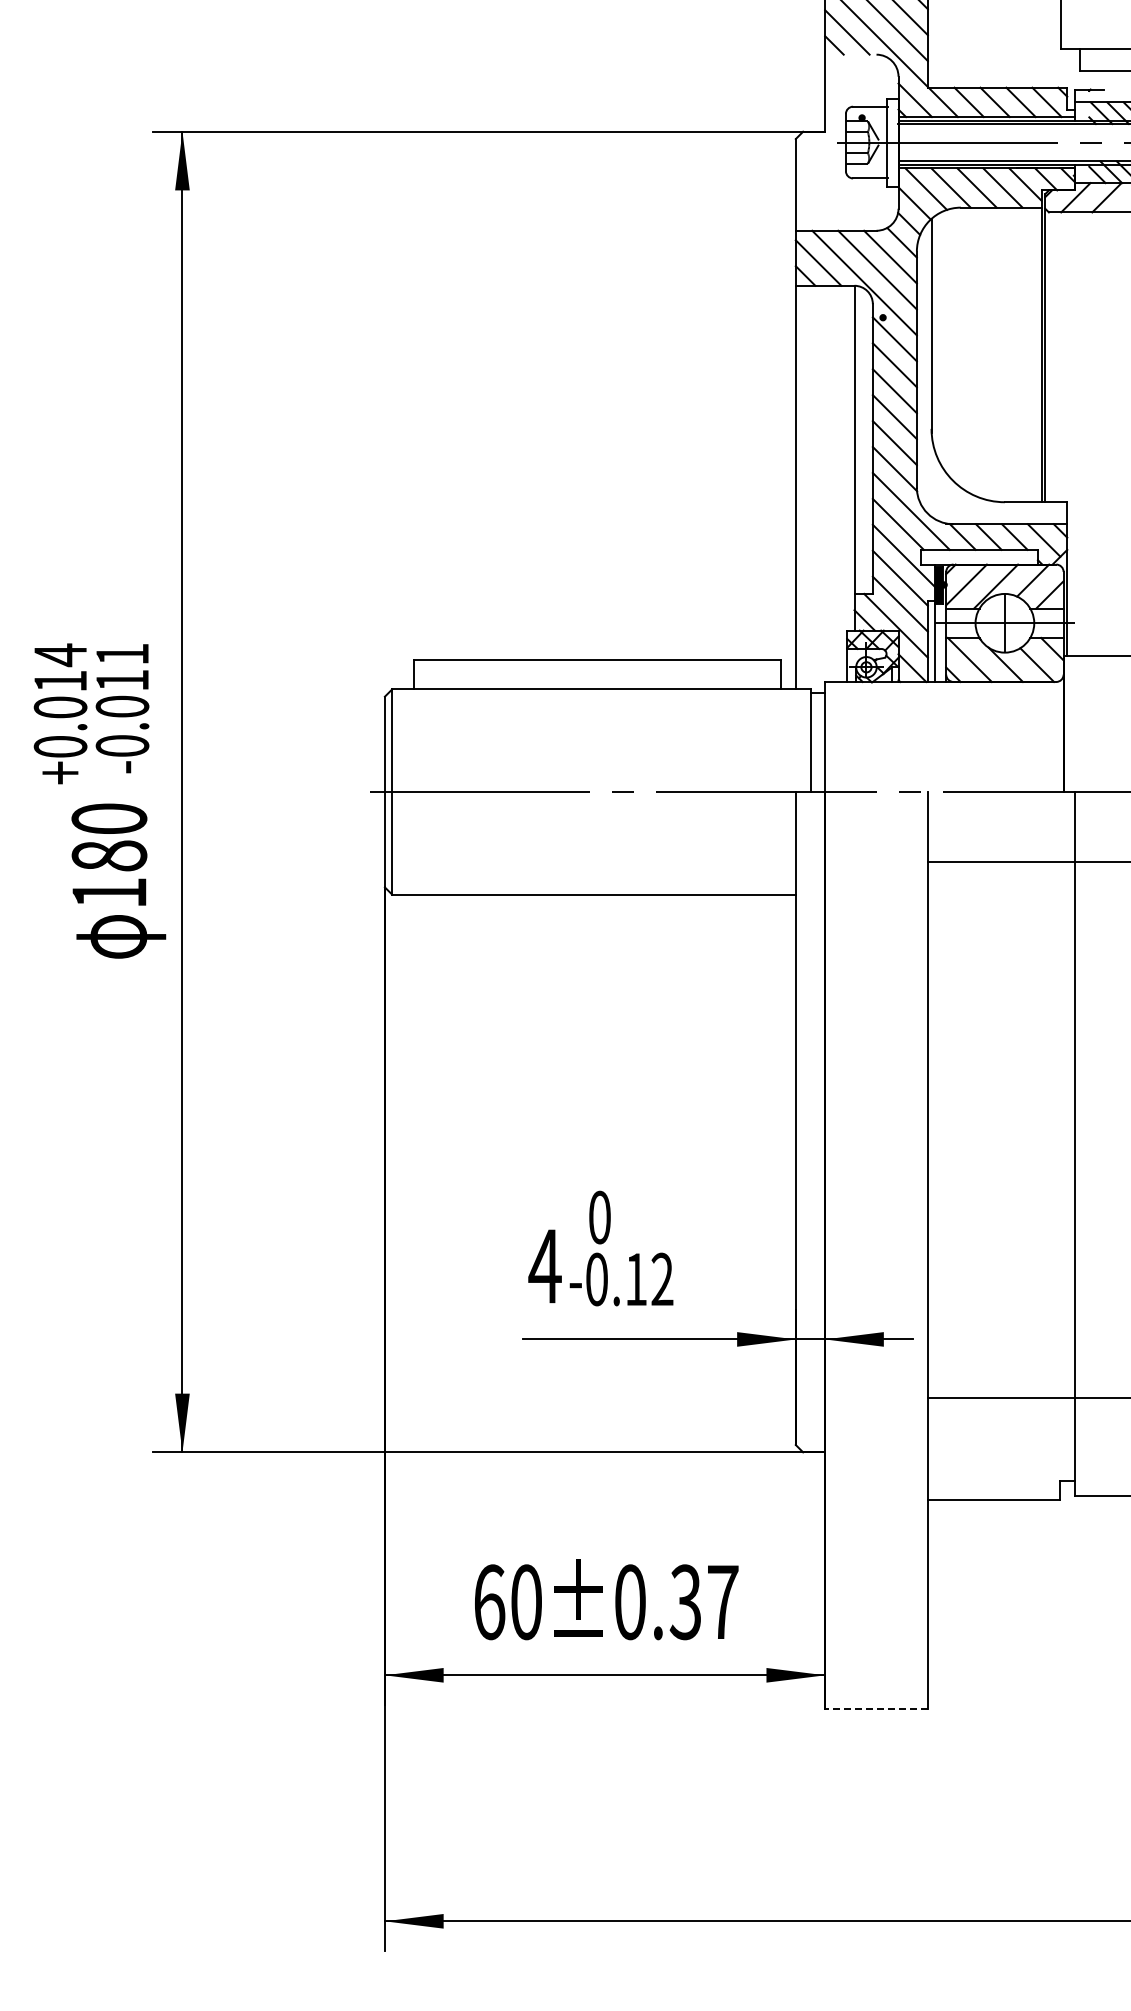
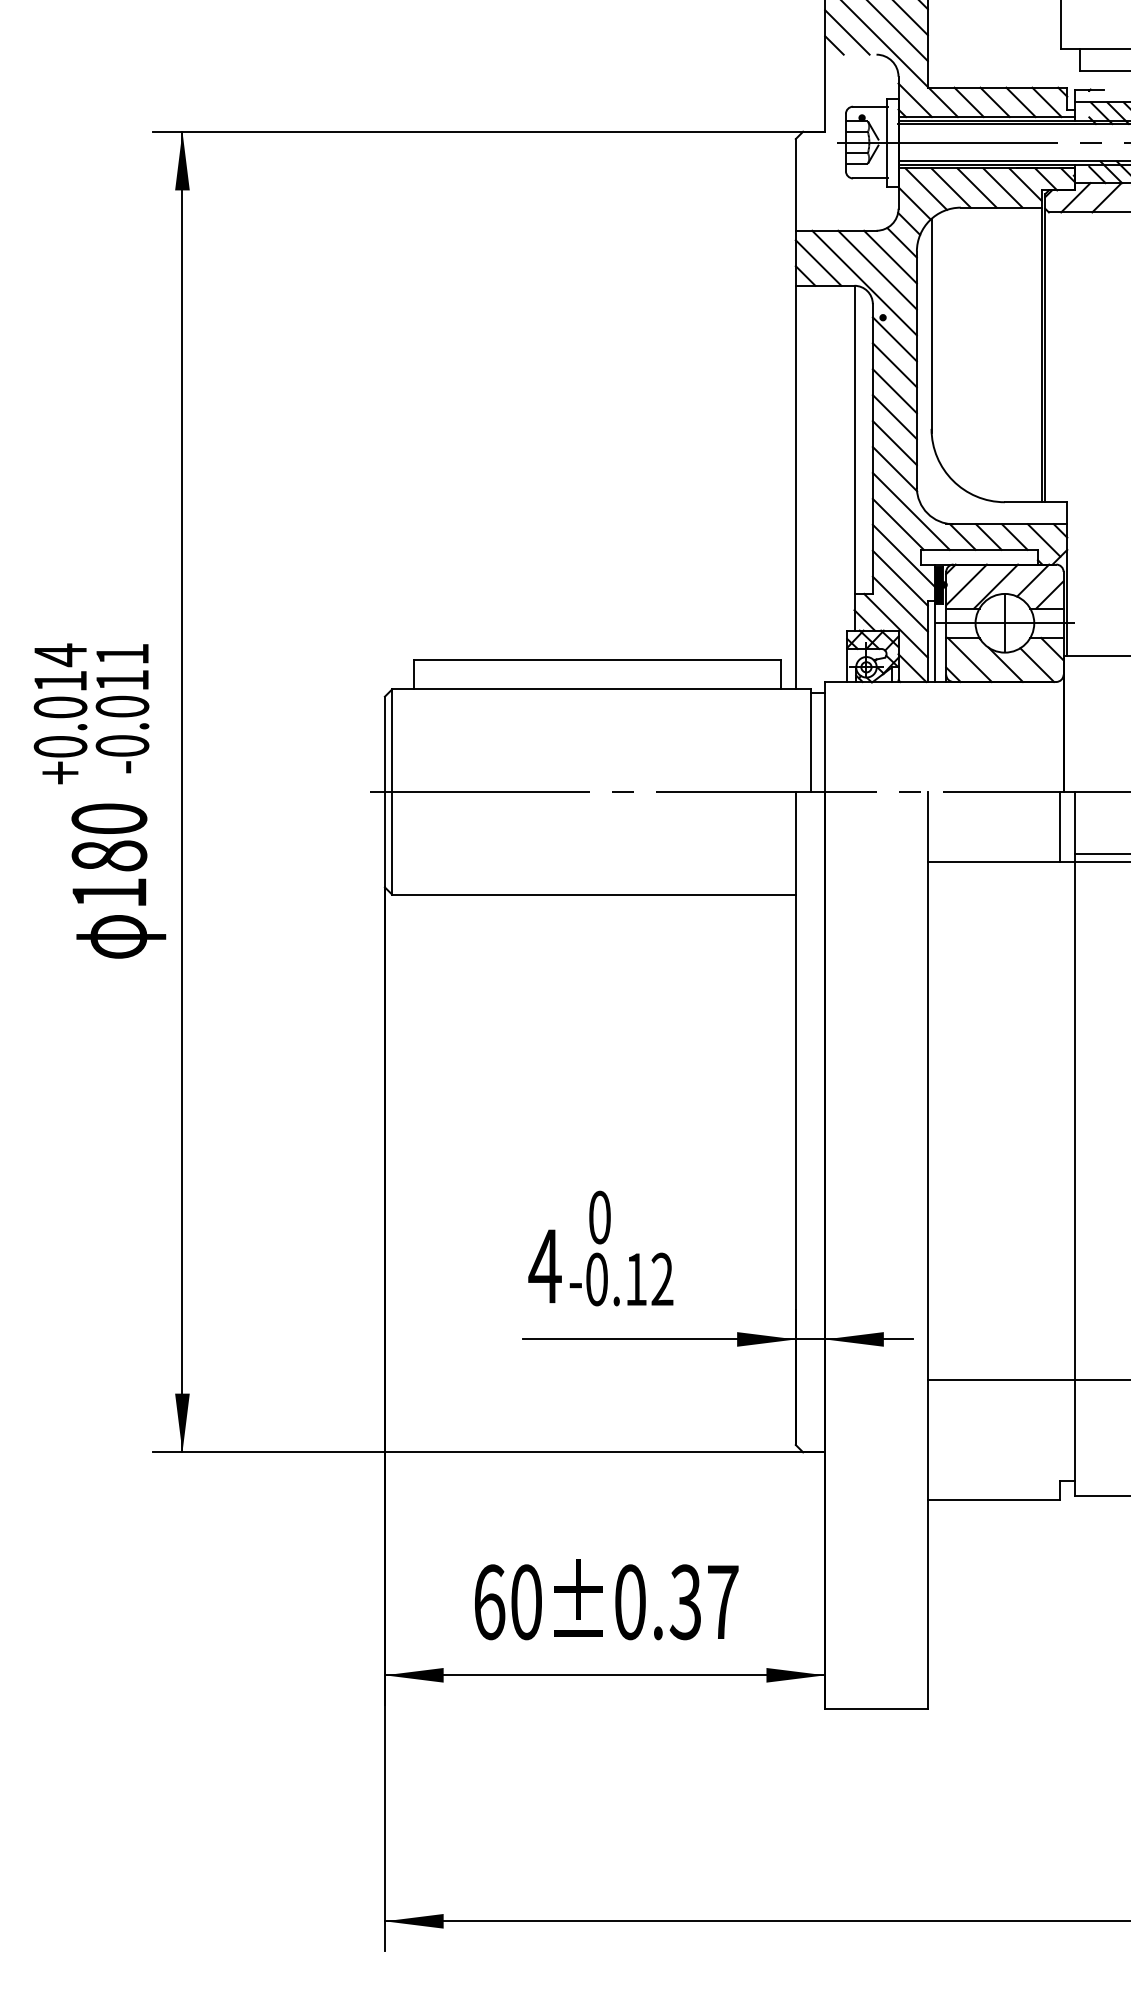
line at (1059, 826): none -> present
line at (1100, 854): none -> present
line at (1027, 1398) position: (1027, 1398) -> (1027, 1380)
line at (876, 1709): dashed -> solid
